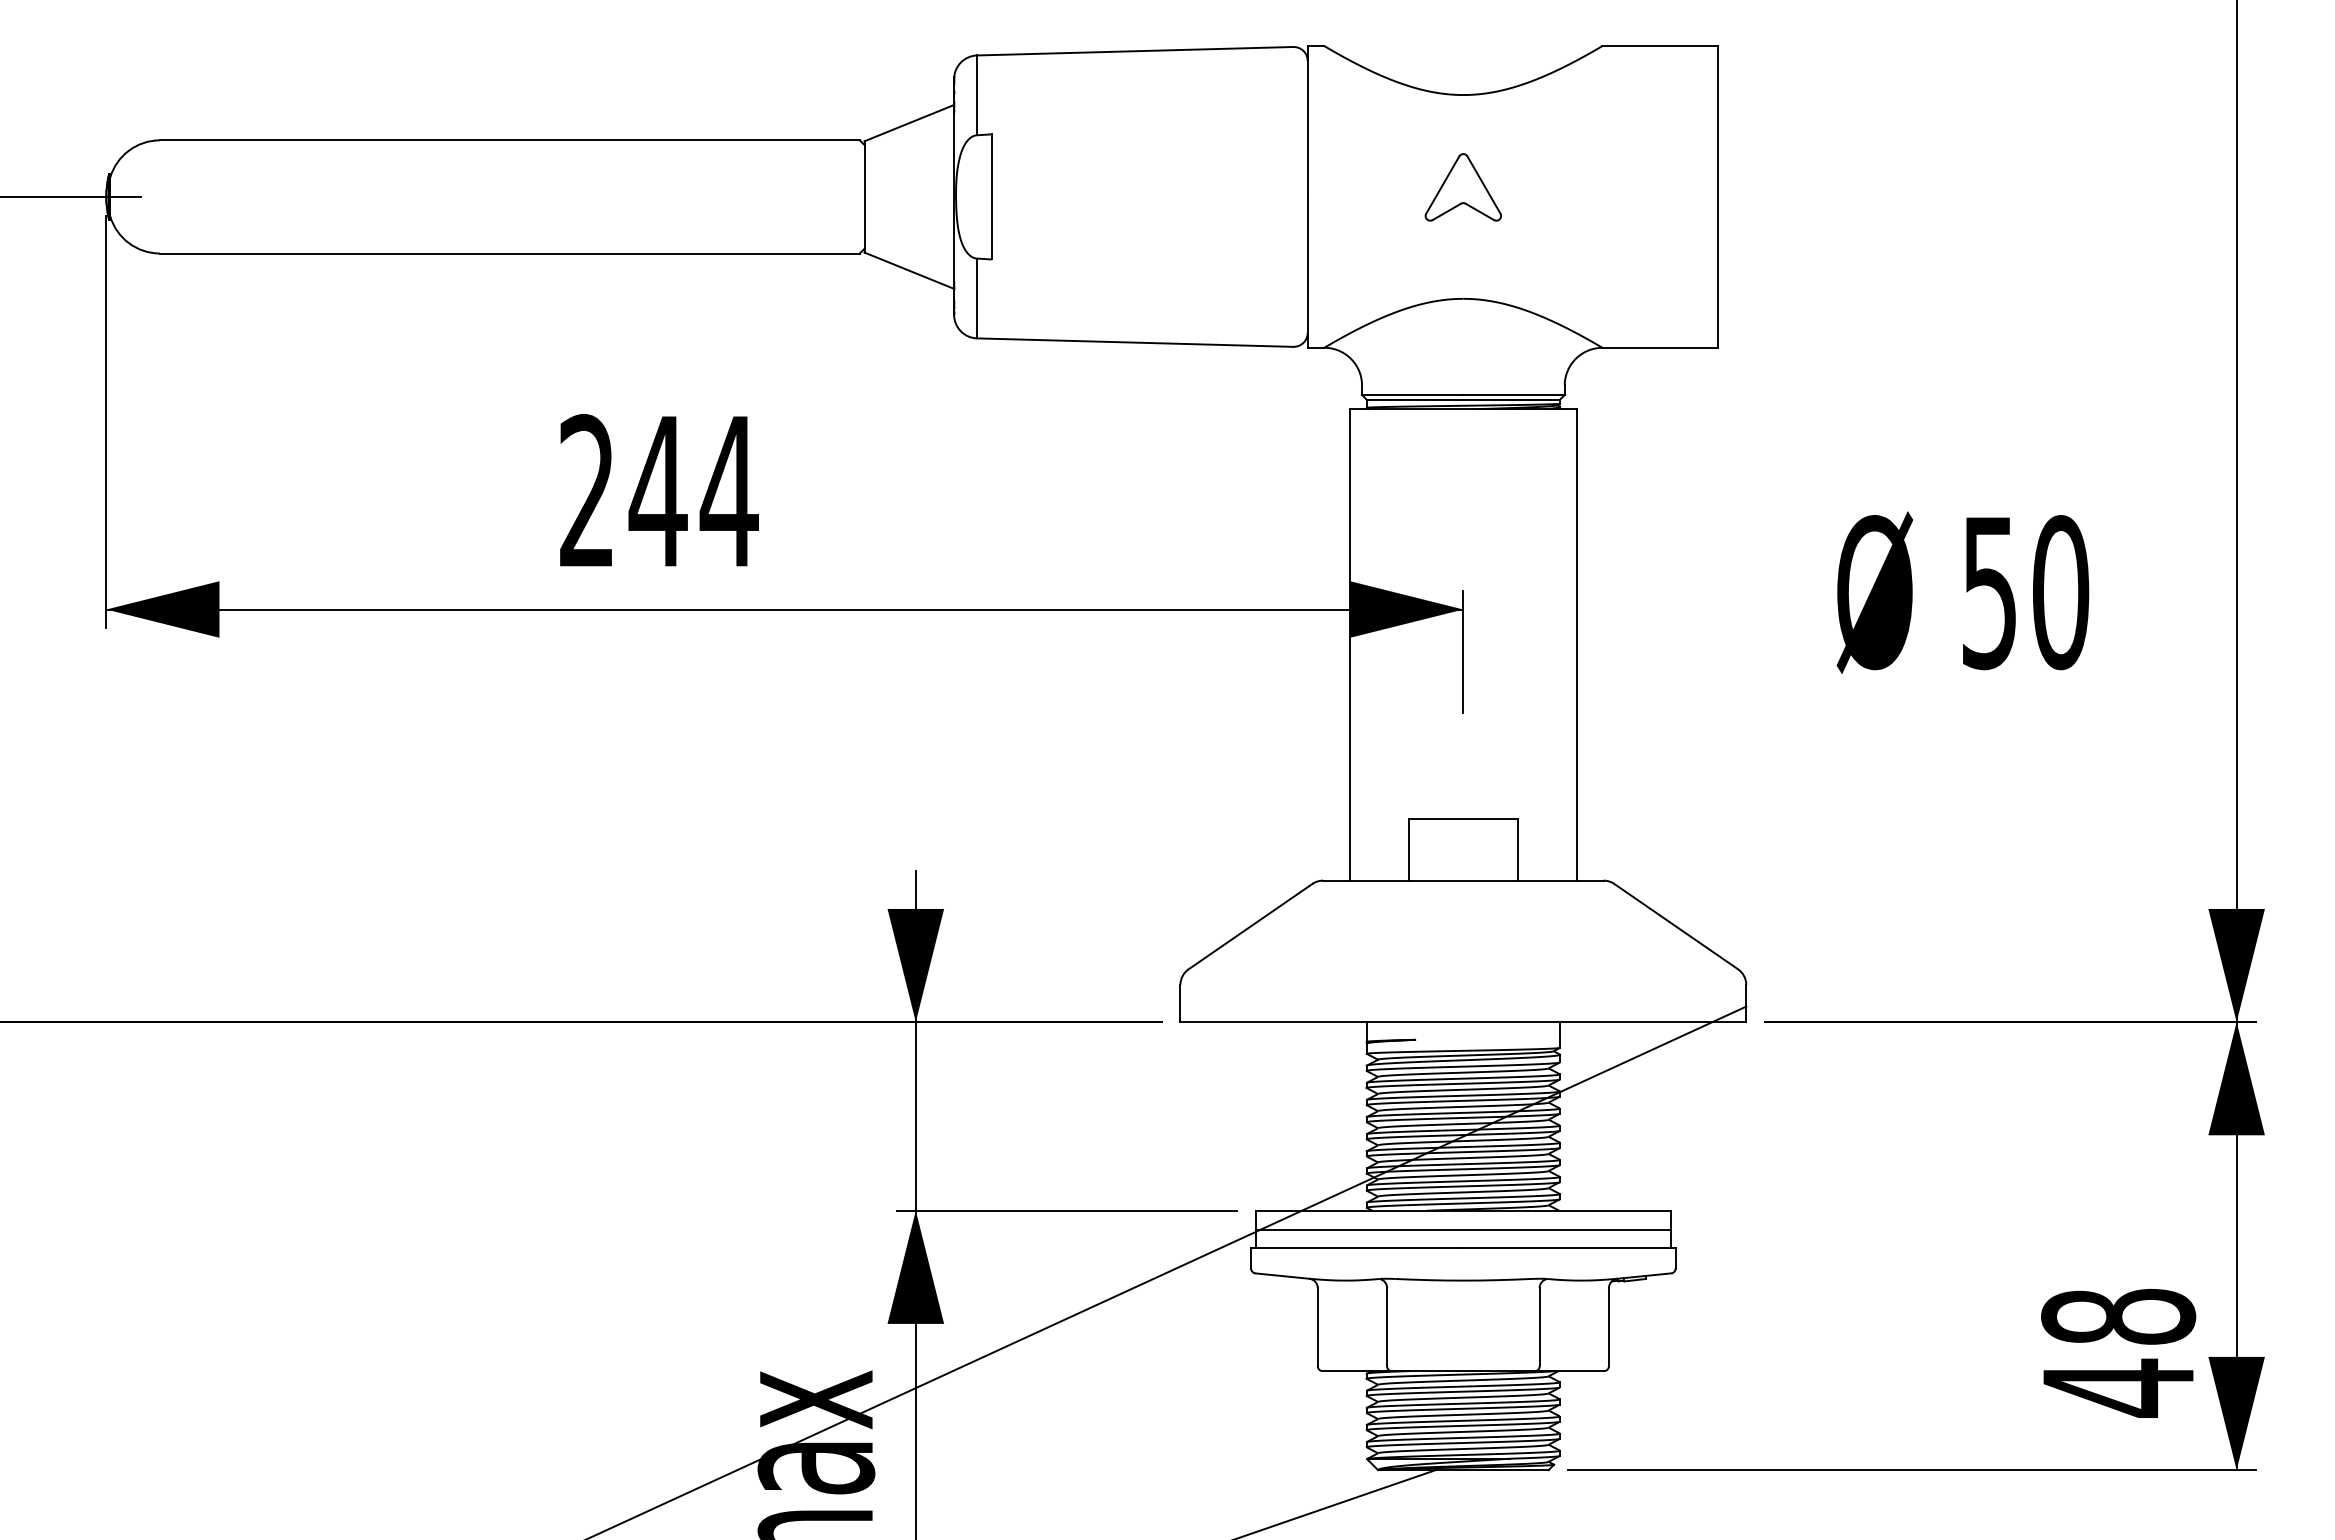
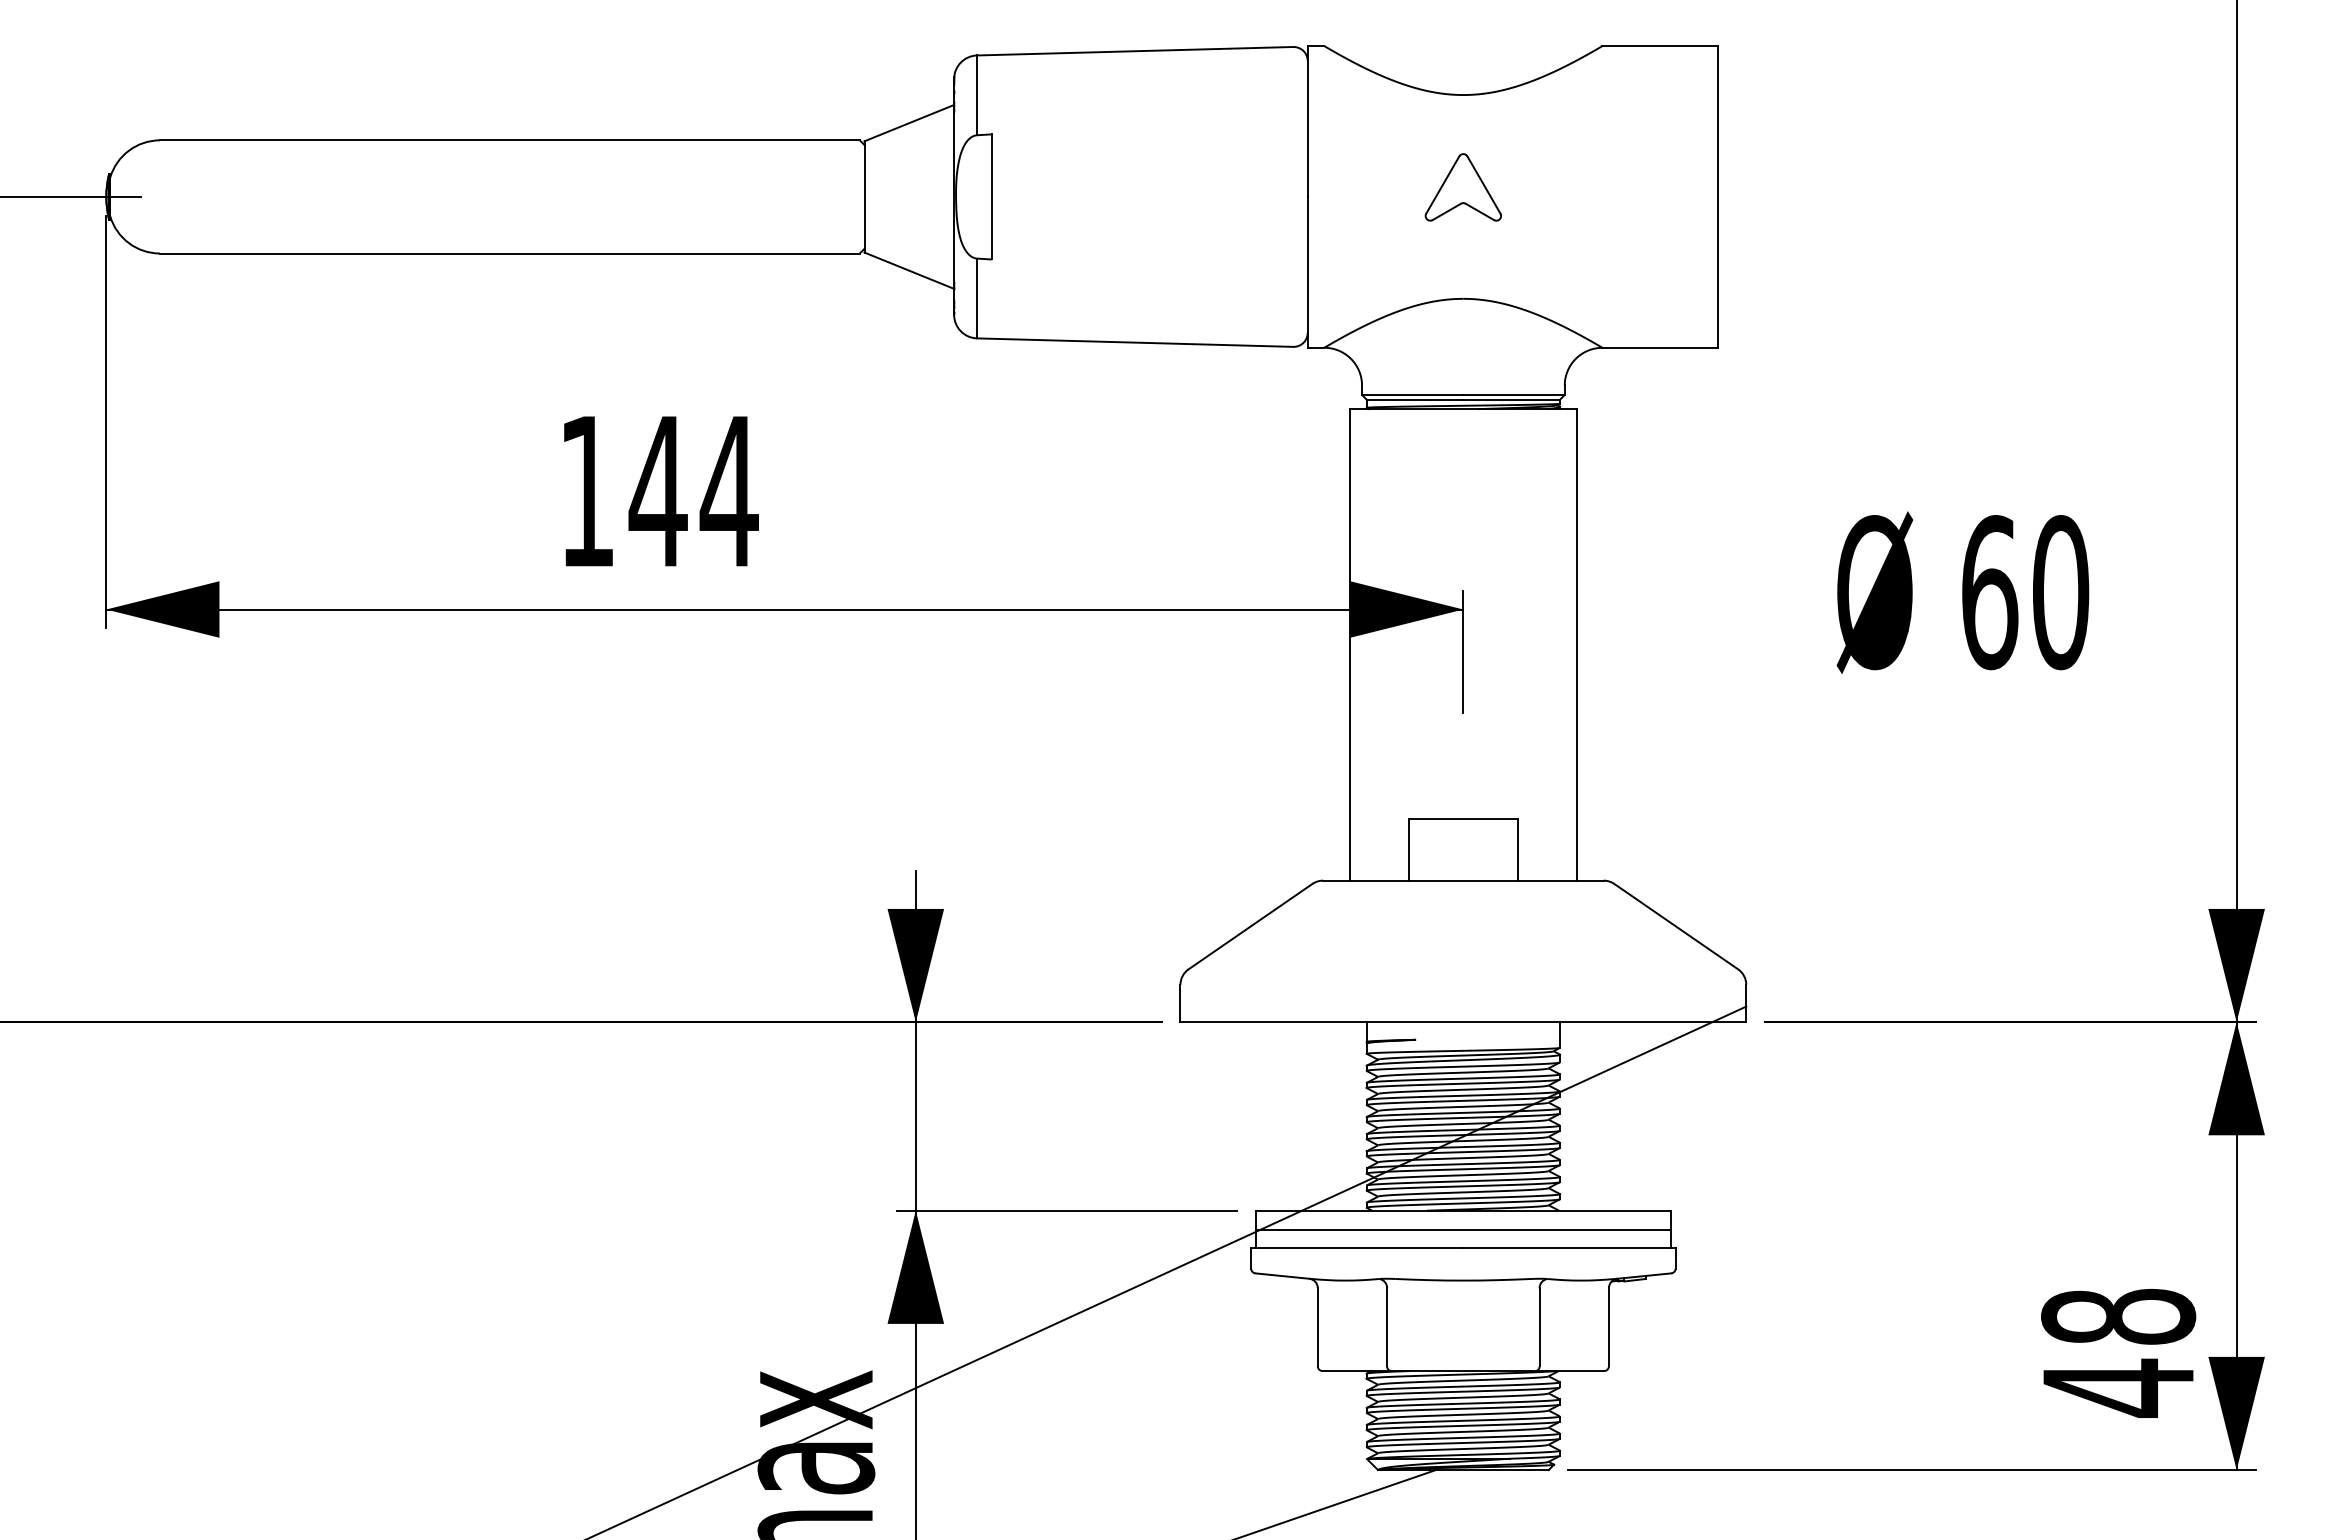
text at (586, 489): 244 -> 144
text at (1990, 592): 50 -> 60
